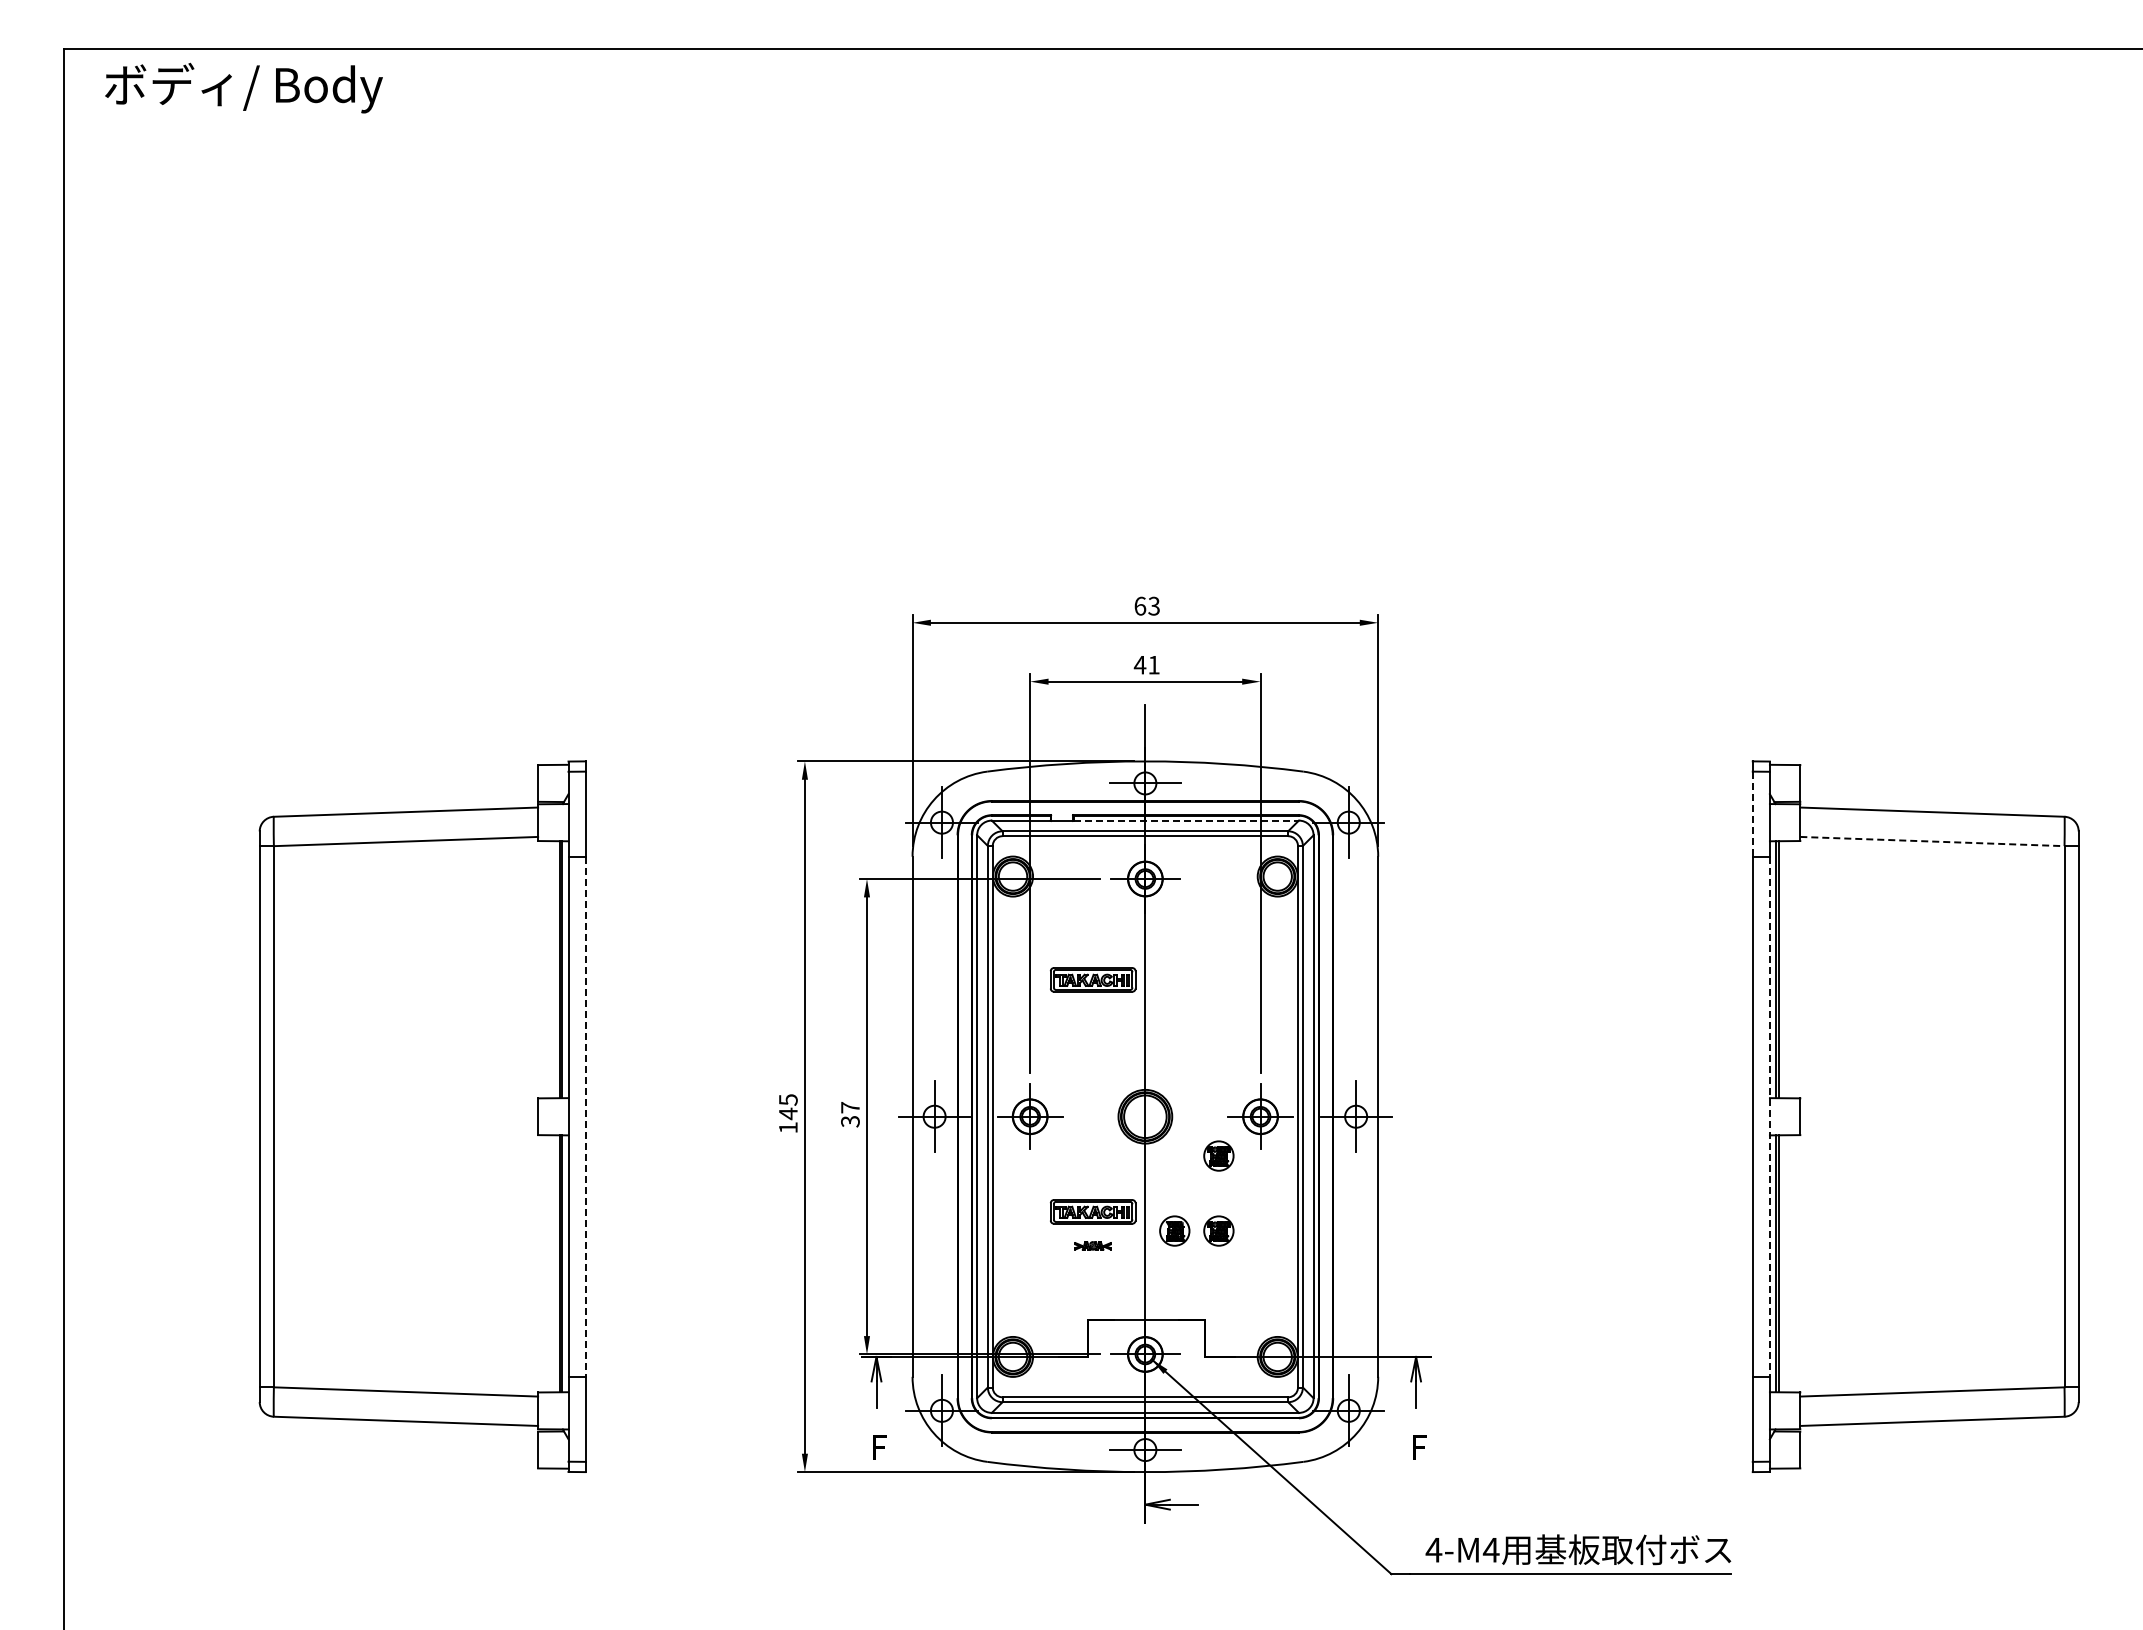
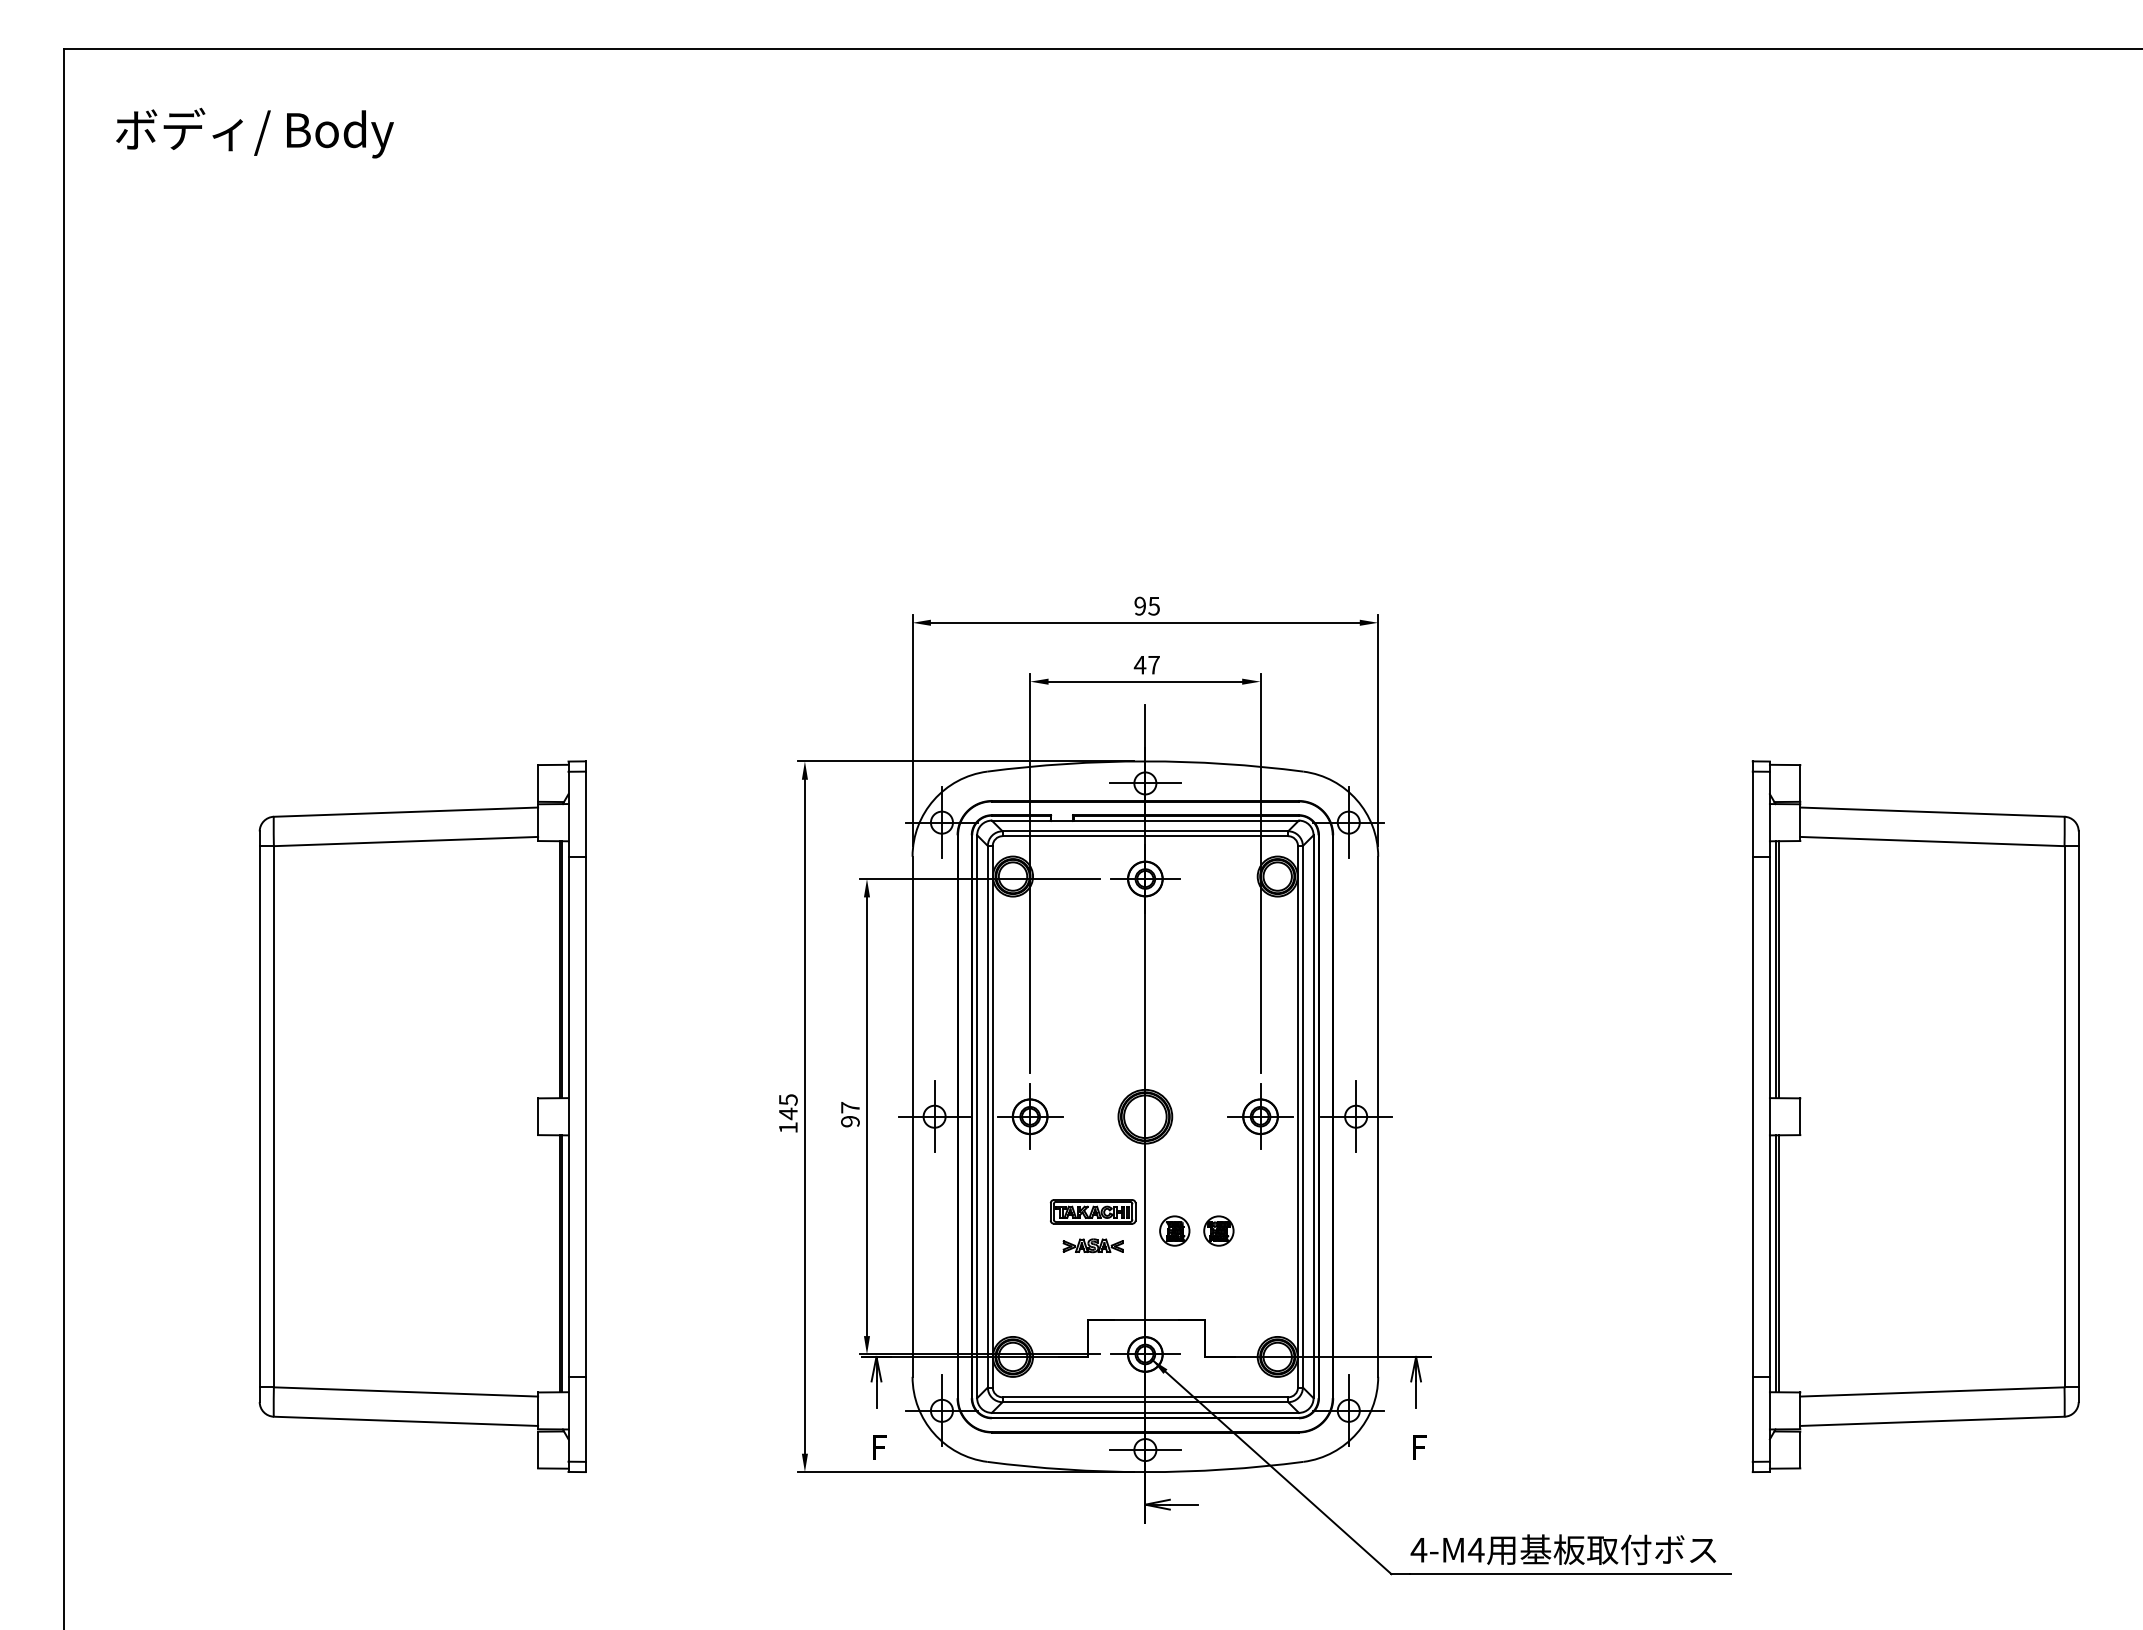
text at (243, 87) position: (243, 87) -> (254, 132)
text at (1146, 605): 63 -> 95
text at (1153, 665): 41 -> 47
line at (1752, 814): dashed -> solid
line at (1186, 820): dashed -> solid
line at (1932, 841): dashed -> solid
part at (1092, 979): present -> none
line at (585, 1117): dashed -> solid
line at (1769, 1117): dashed -> solid
text at (850, 1121): 37 -> 97
part at (1218, 1155): present -> none
part at (1092, 1245) size: 38x10 px -> 62x16 px
text at (1578, 1549) position: (1578, 1549) -> (1563, 1549)
